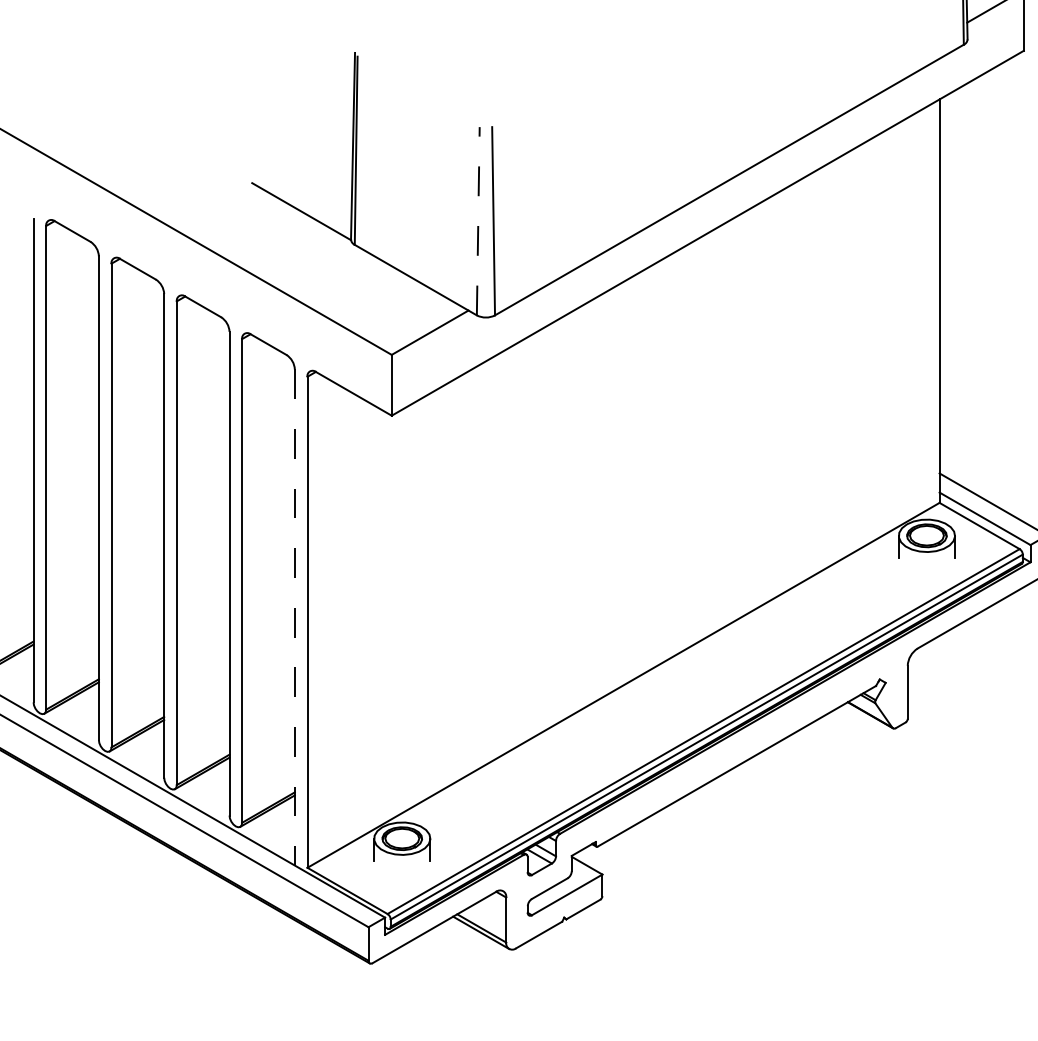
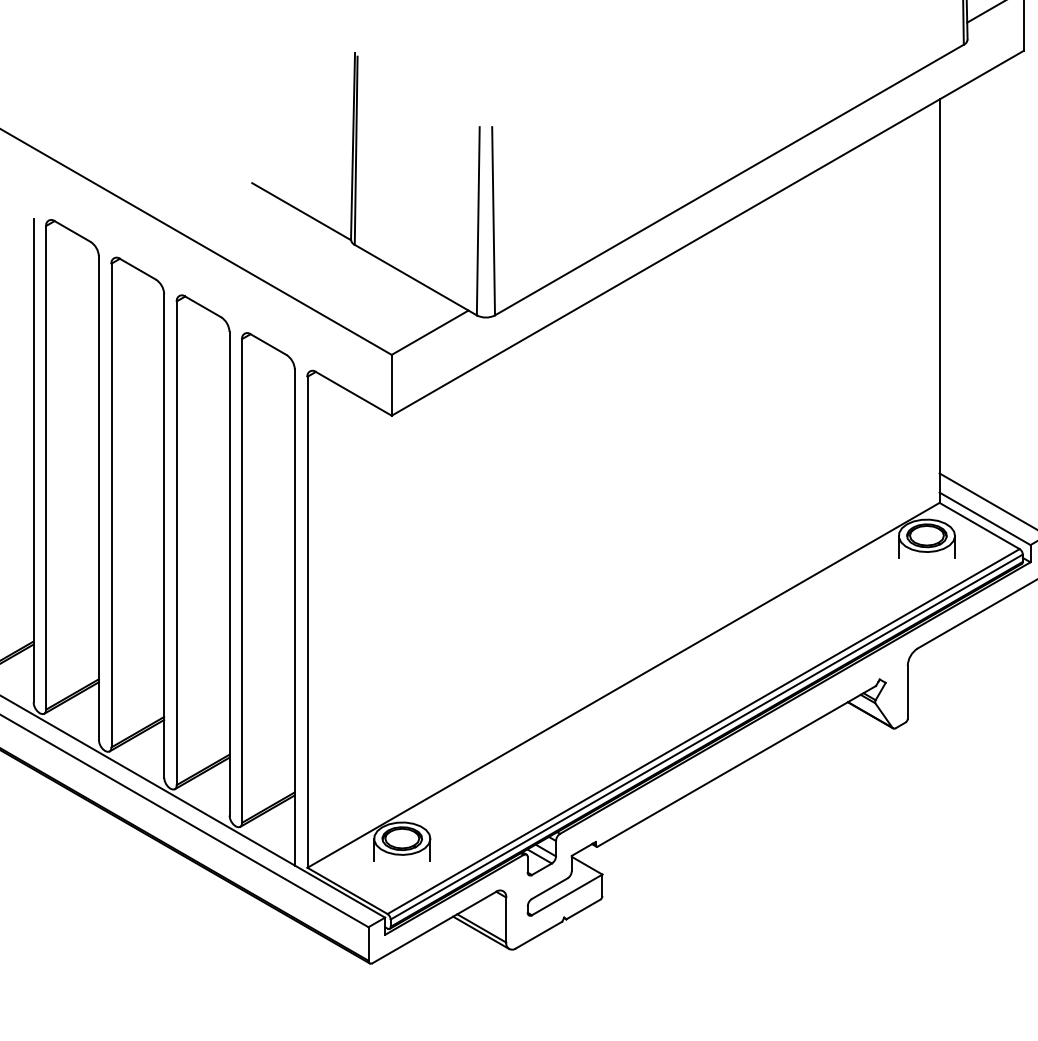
line at (478, 220): dashed -> solid
line at (294, 618): dashed -> solid
